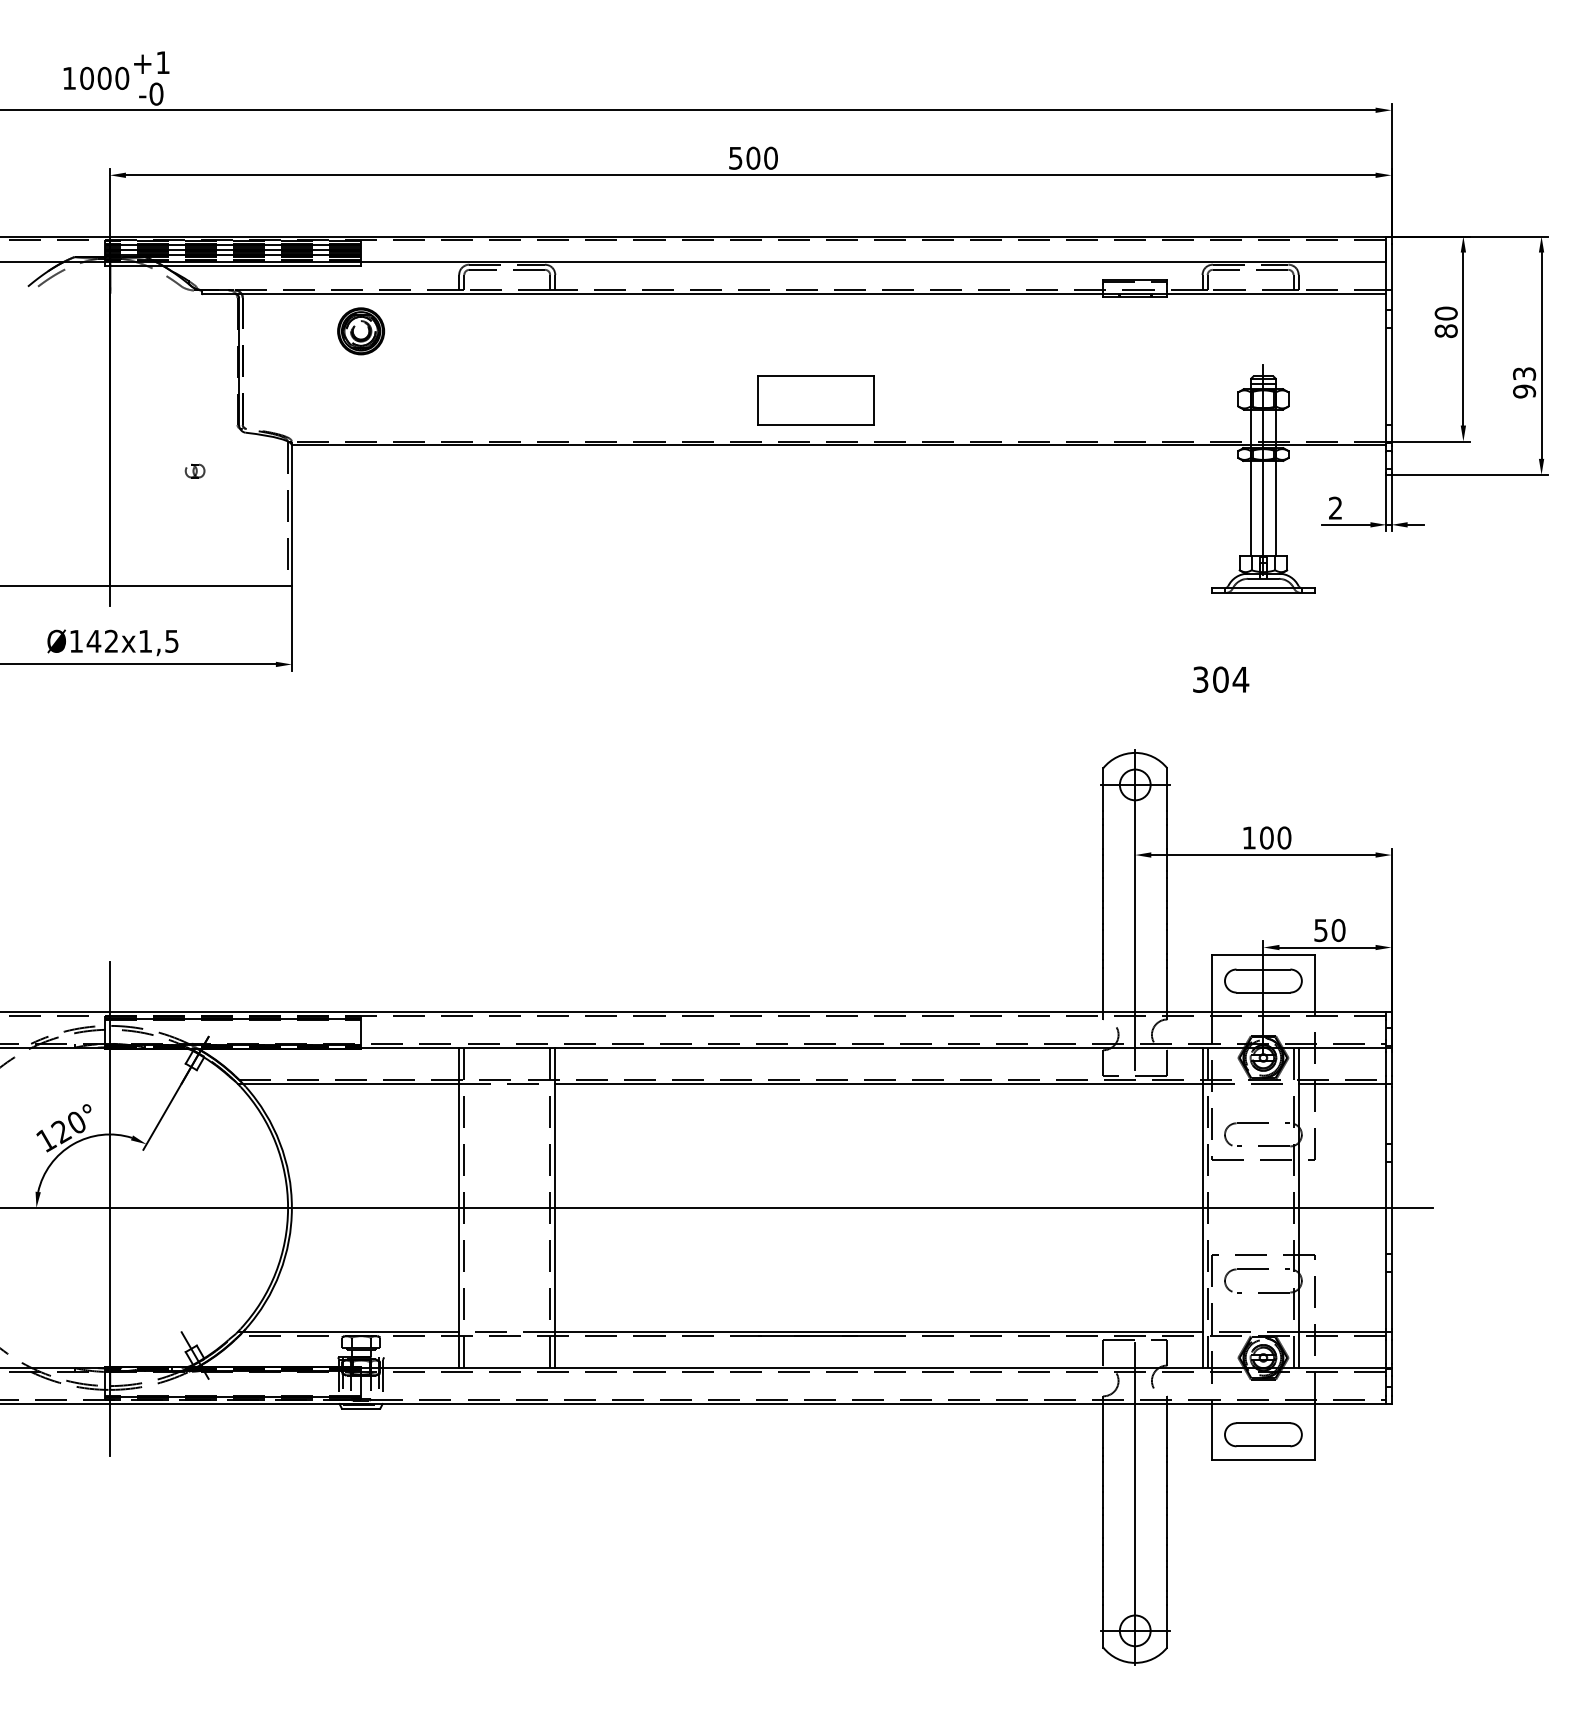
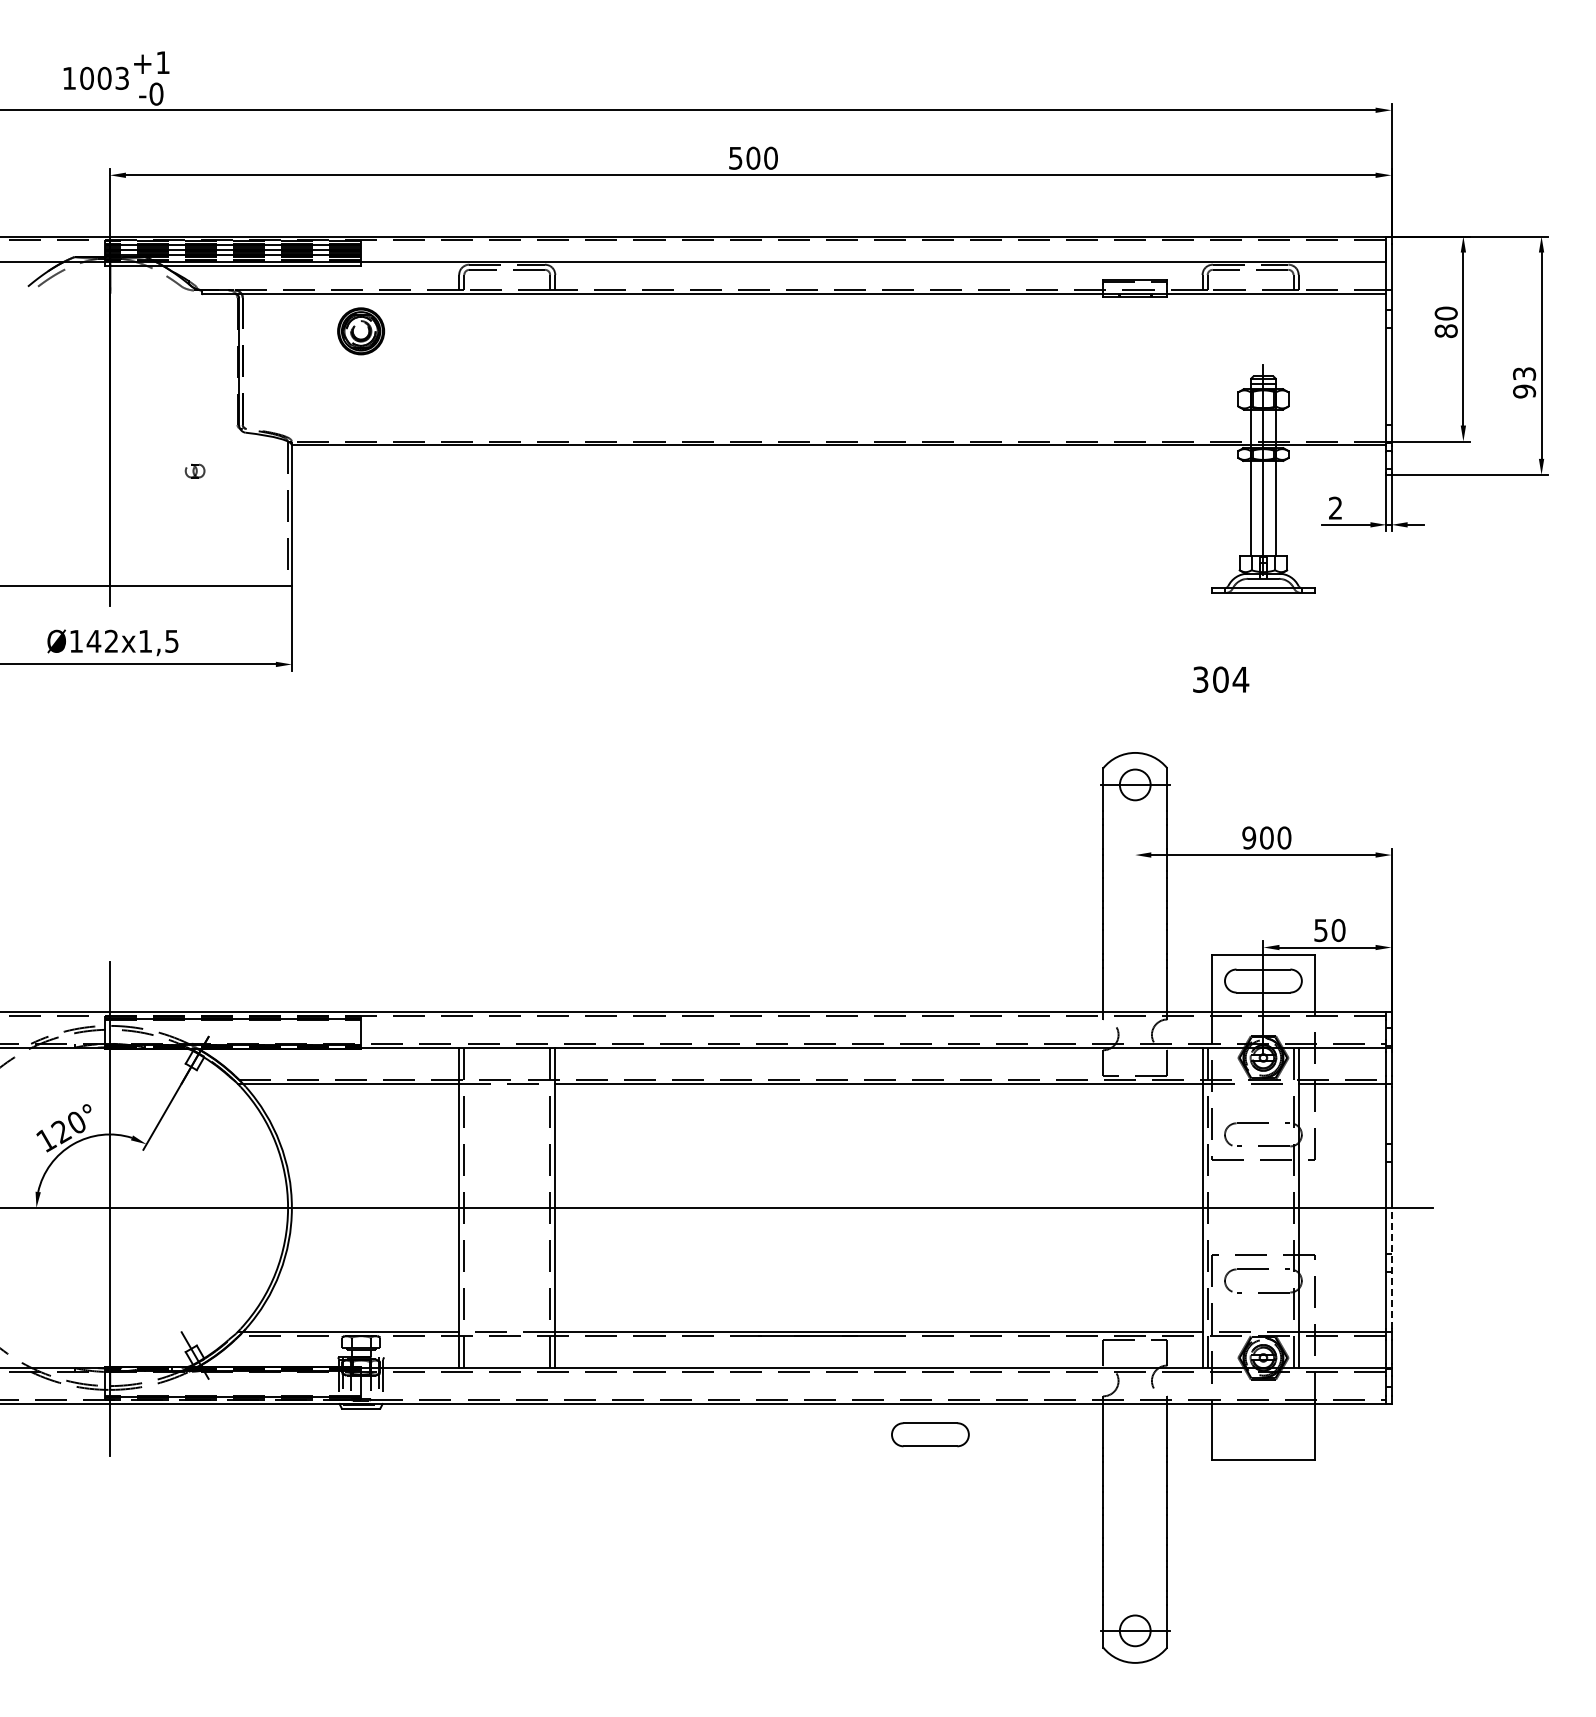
text at (122, 77): 1000 -> 1003
part at (815, 400): present -> none
text at (1249, 837): 100 -> 900
line at (1135, 909): present -> none
line at (1391, 1268): solid -> dashed
part at (1263, 1434) position: (1263, 1434) -> (930, 1434)
line at (1135, 1503): present -> none
